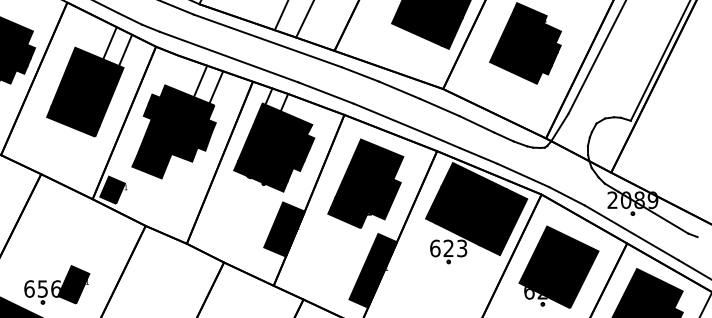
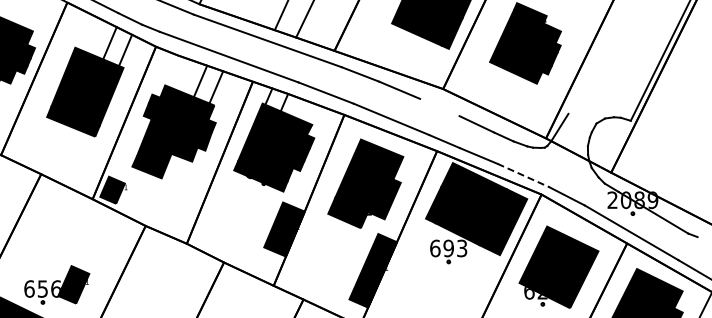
line at (596, 57): present -> none
line at (439, 107): present -> none
line at (523, 175): solid -> dashed
text at (448, 248): 623 -> 693
